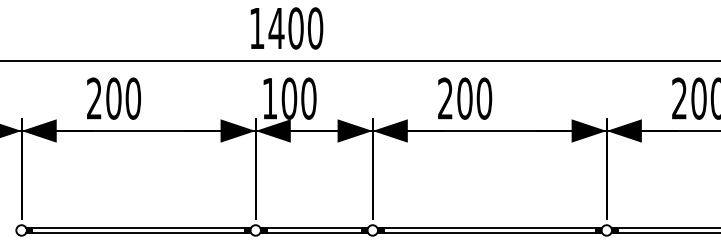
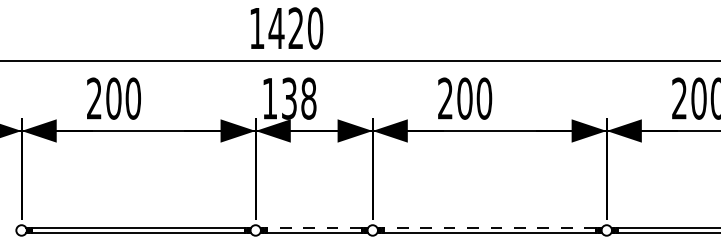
text at (295, 28): 1400 -> 1420
text at (298, 98): 100 -> 138
line at (314, 227): solid -> dashed
line at (489, 227): solid -> dashed
